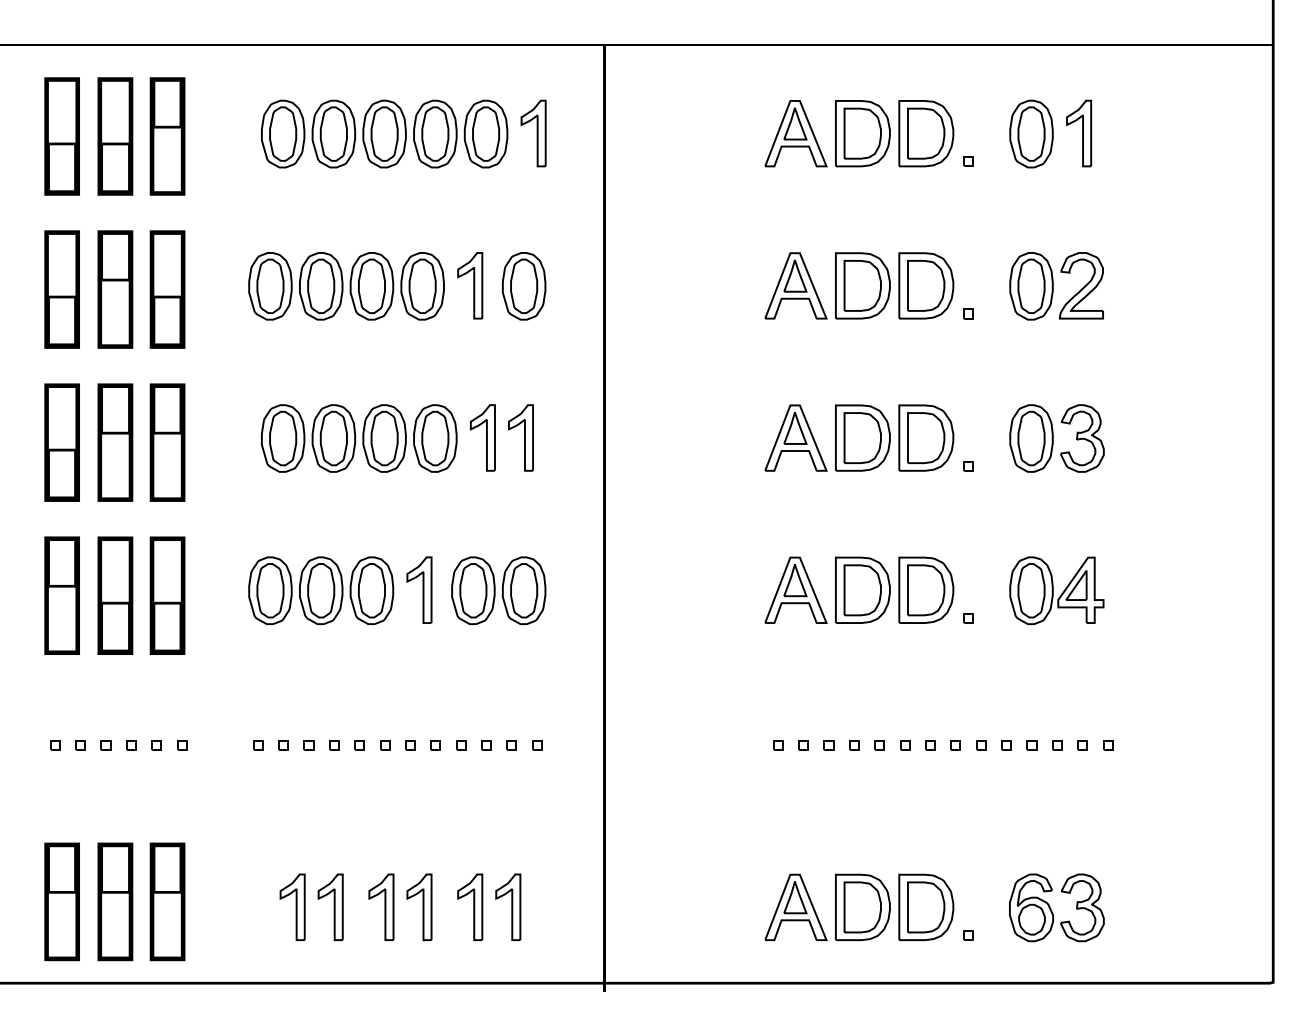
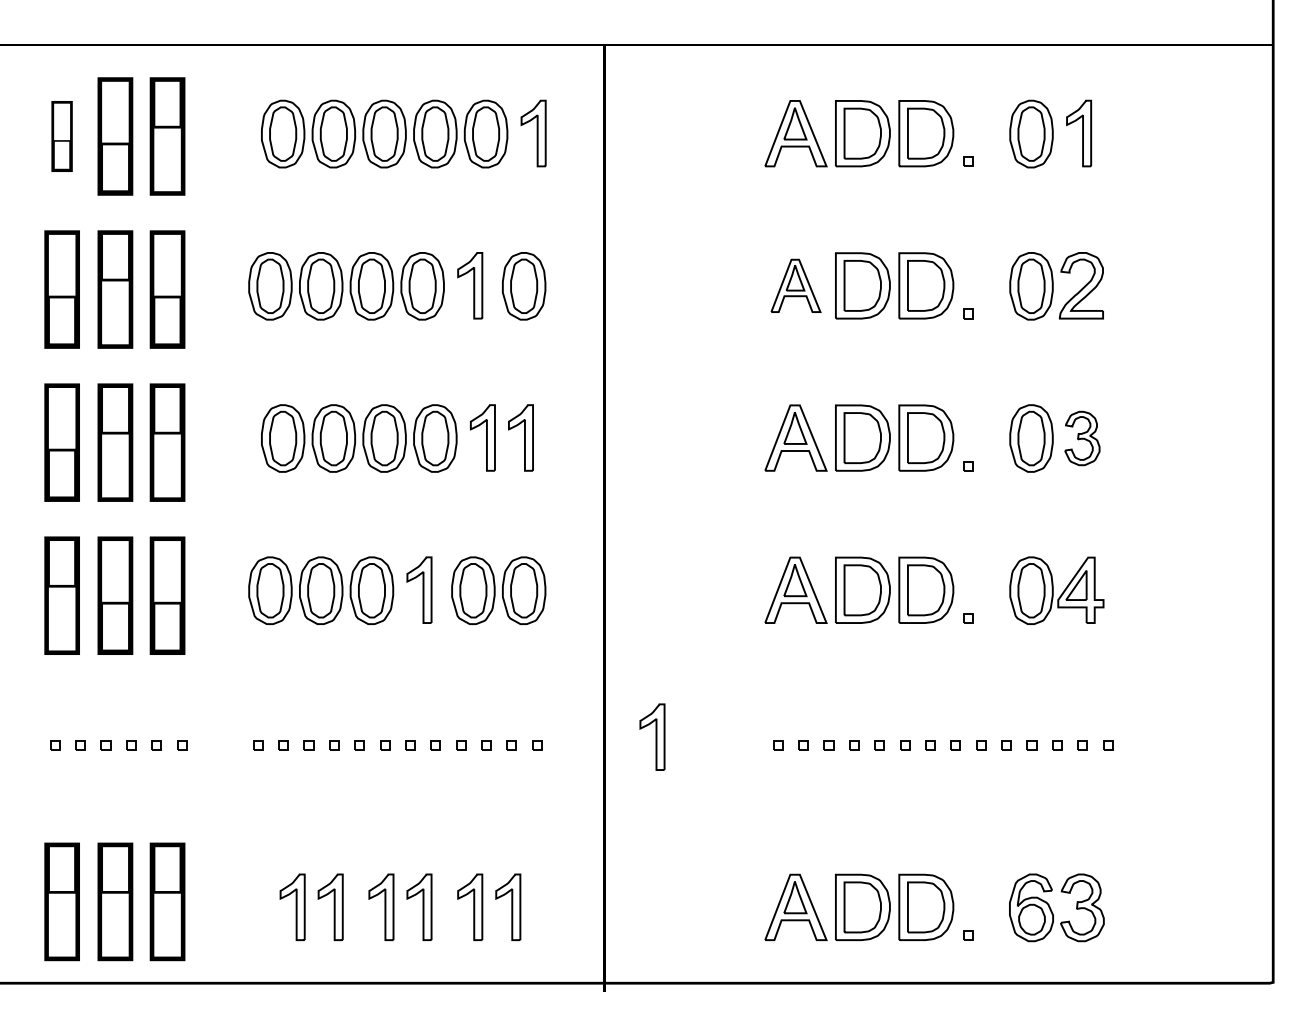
part at (61, 136) size: 36x119 px -> 22x71 px
part at (795, 285) size: 64x68 px -> 52x55 px
part at (1082, 438) size: 45x69 px -> 37x57 px
part at (652, 736): none -> present
